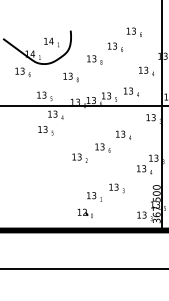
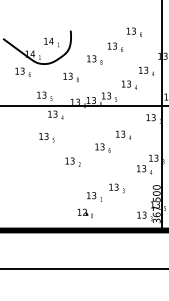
text at (131, 91) position: (131, 91) -> (129, 84)
text at (45, 130) position: (45, 130) -> (46, 137)
text at (79, 157) position: (79, 157) -> (72, 161)
